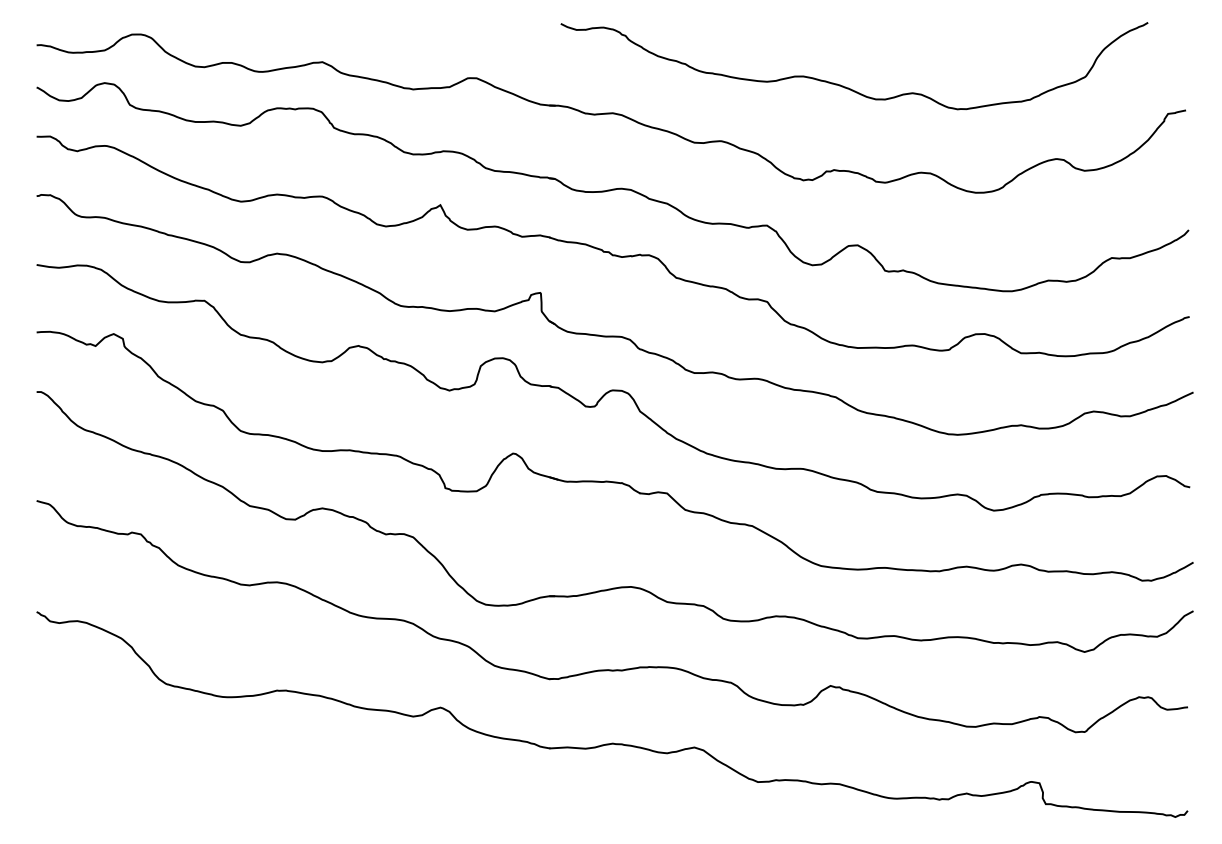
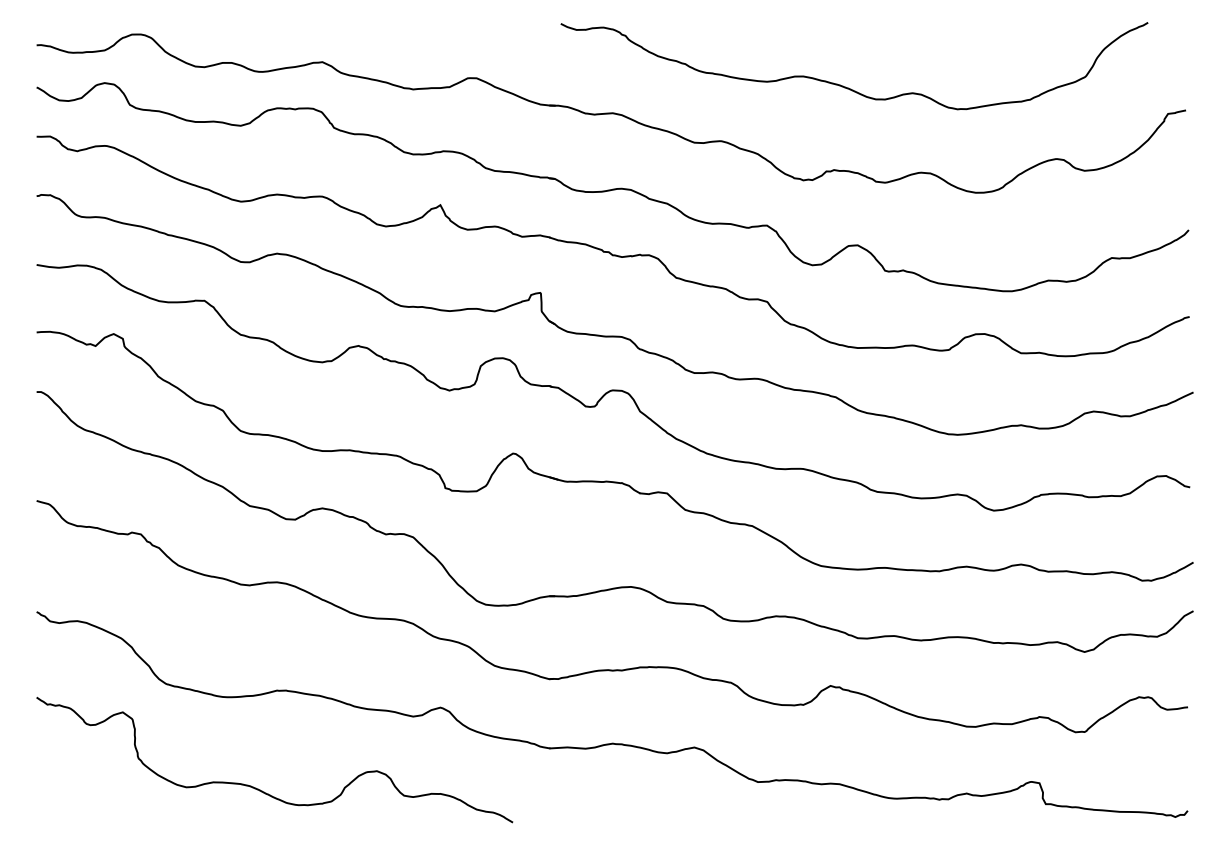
curve at (260, 789): none -> present
